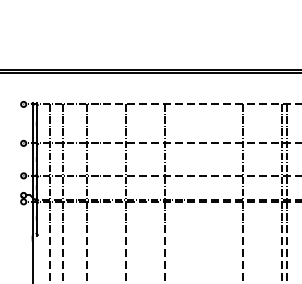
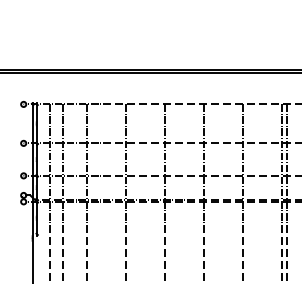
line at (204, 192): none -> present
